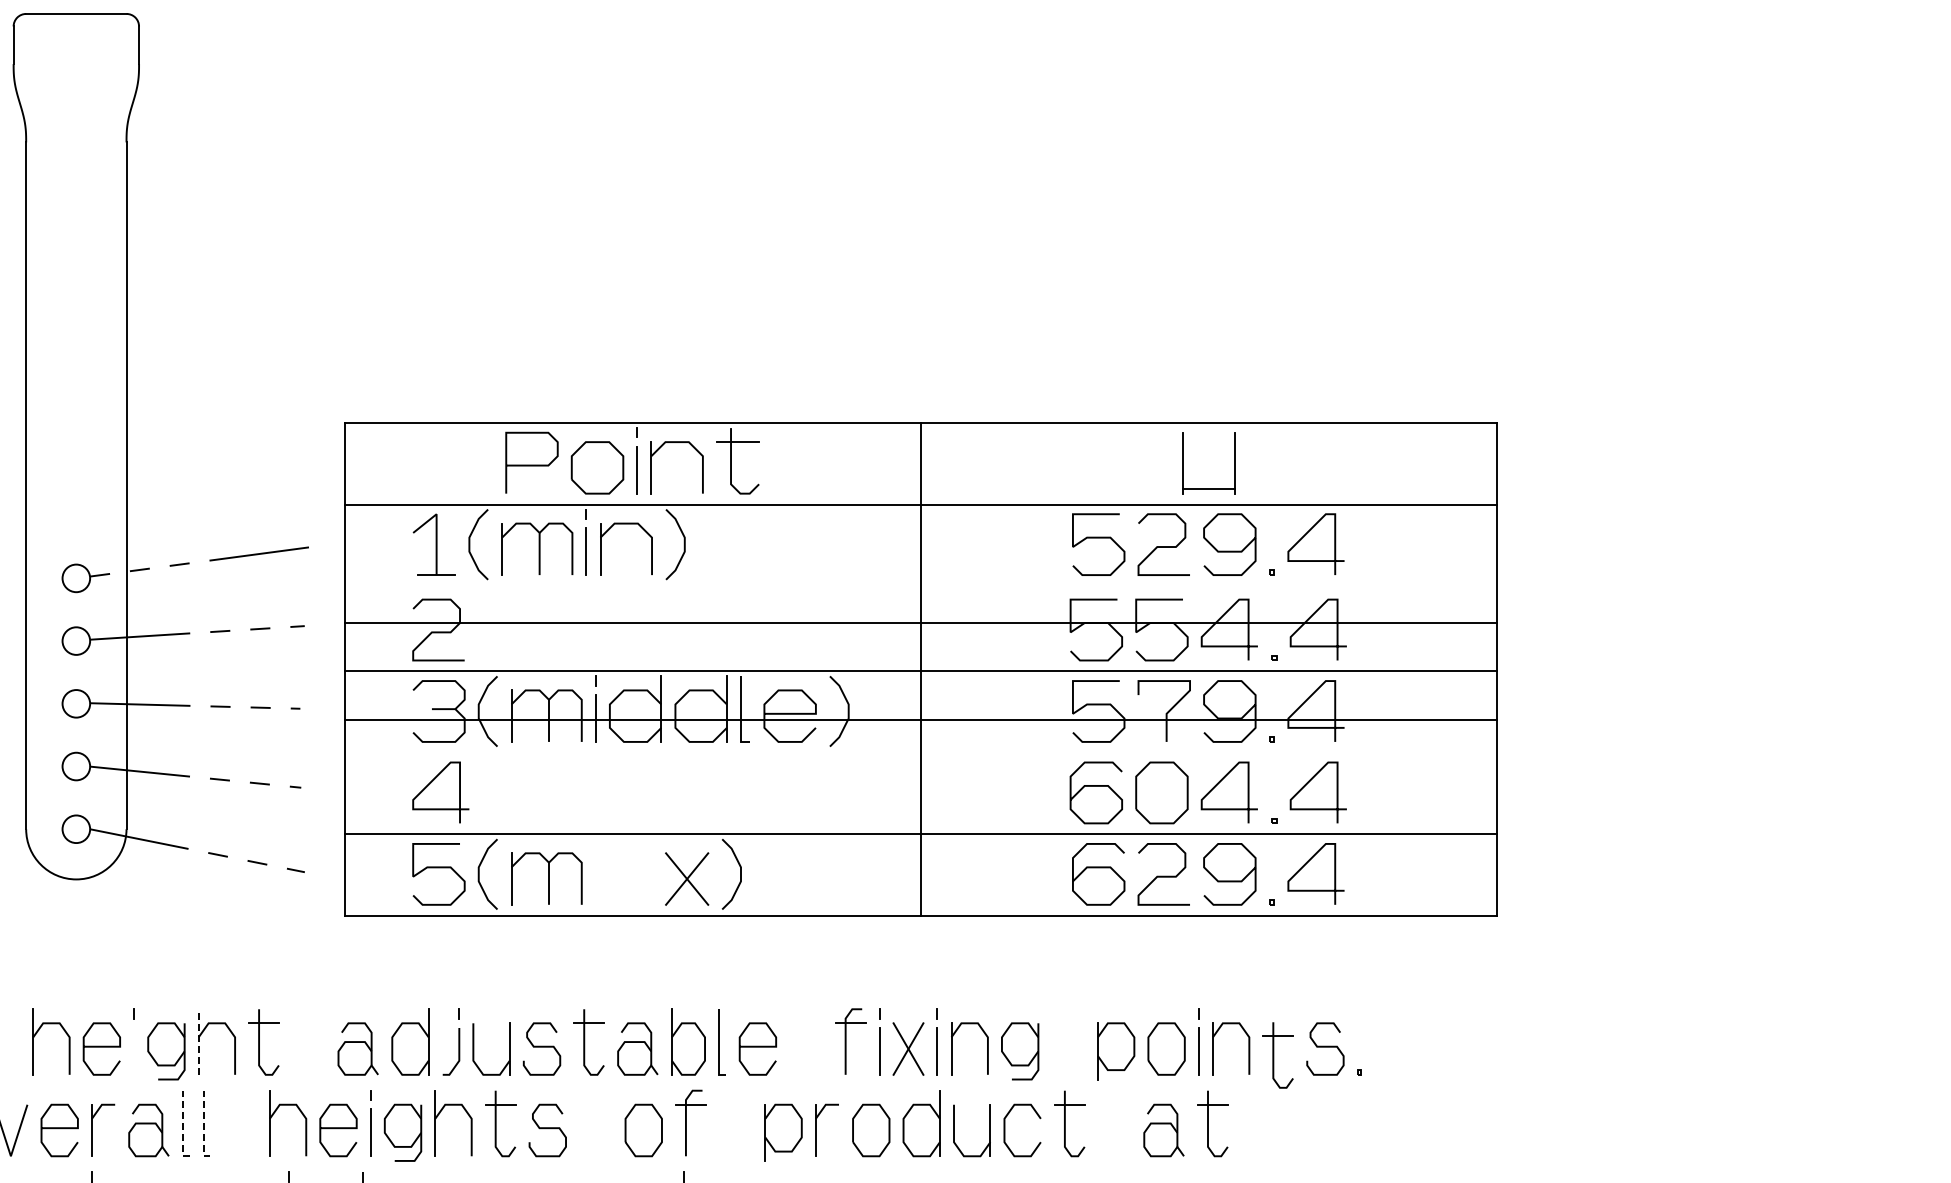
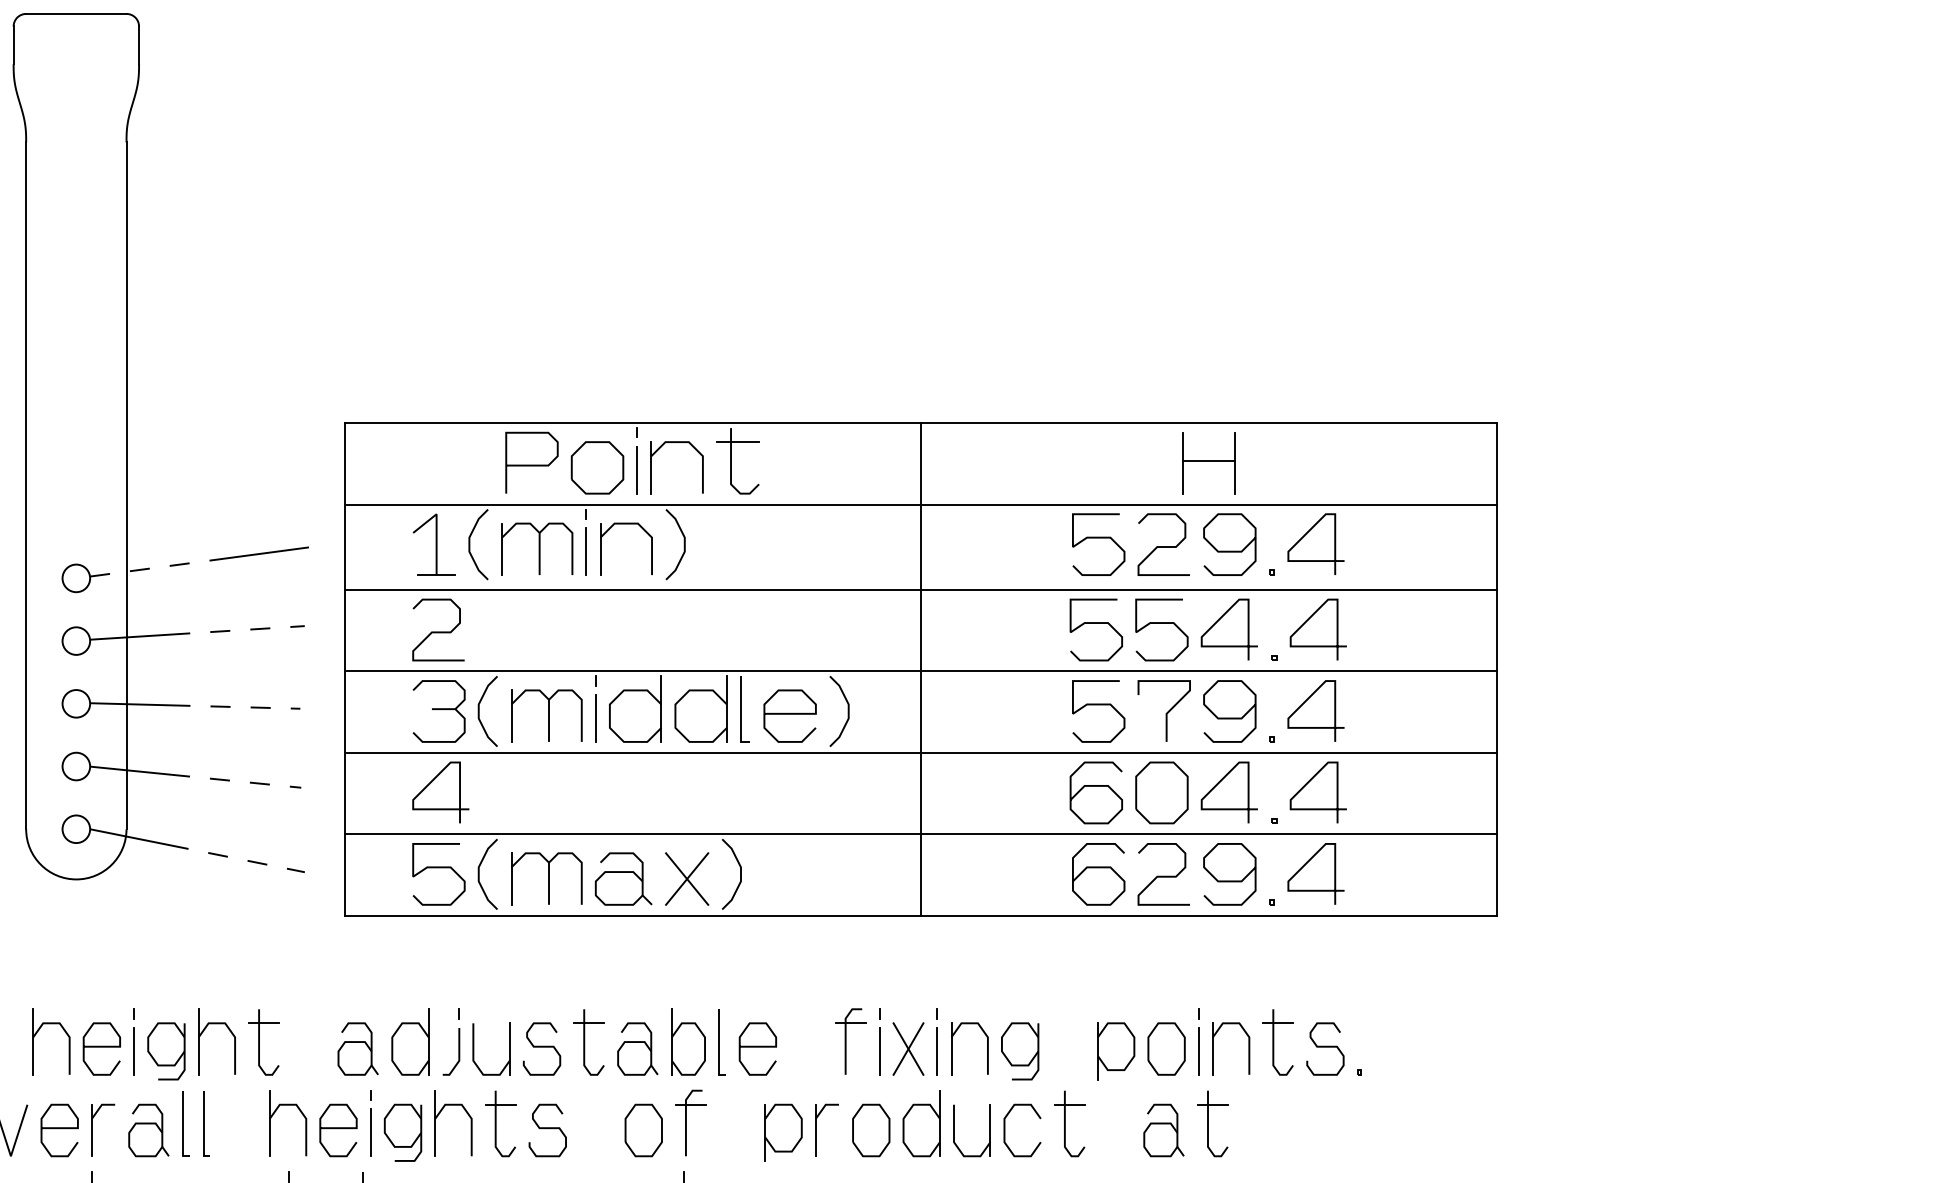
line at (1208, 488) position: (1208, 488) -> (1208, 460)
line at (920, 622) position: (920, 622) -> (920, 589)
line at (920, 719) position: (920, 719) -> (920, 752)
part at (623, 878): none -> present
line at (198, 1042): dashed -> solid
line at (134, 1050): none -> present
part at (1277, 1055) position: (1277, 1055) -> (1277, 1042)
line at (182, 1127): dashed -> solid
line at (203, 1127): dashed -> solid
